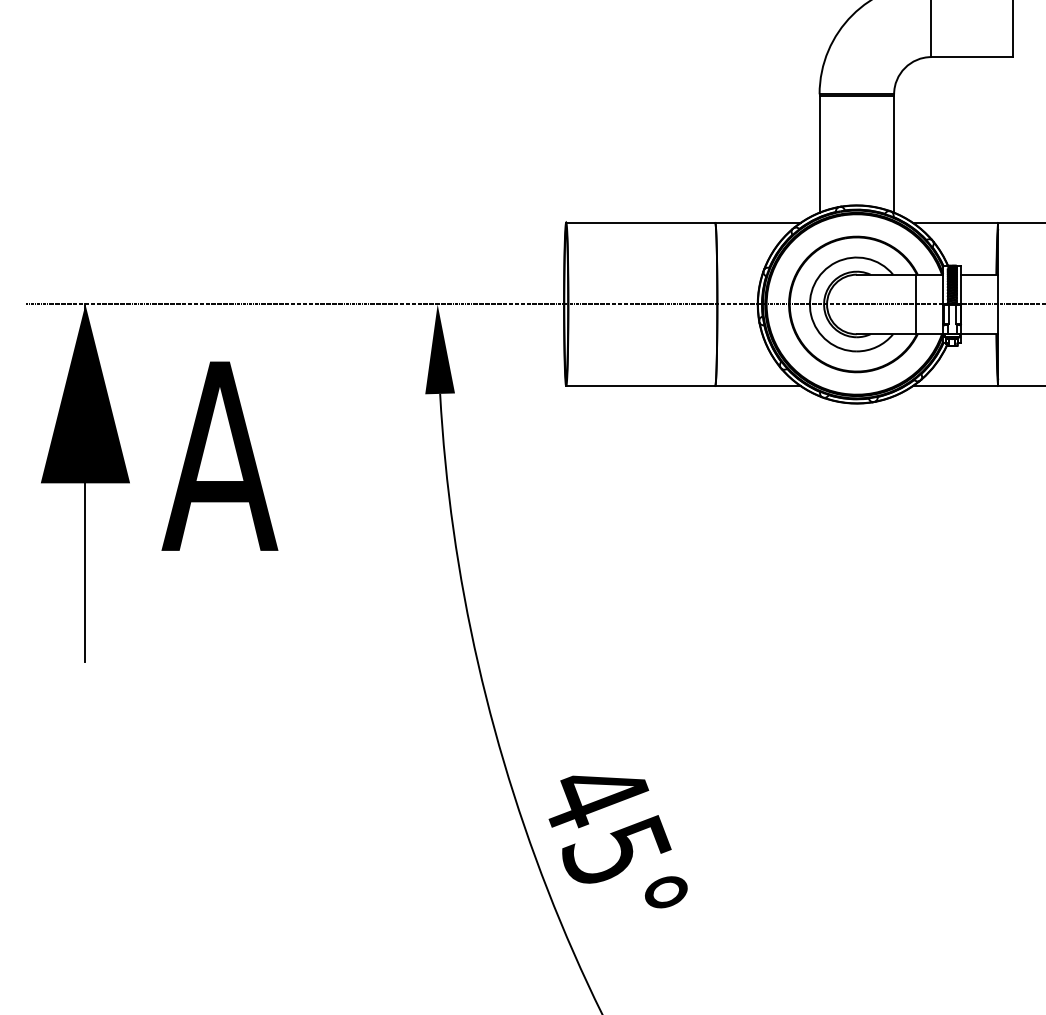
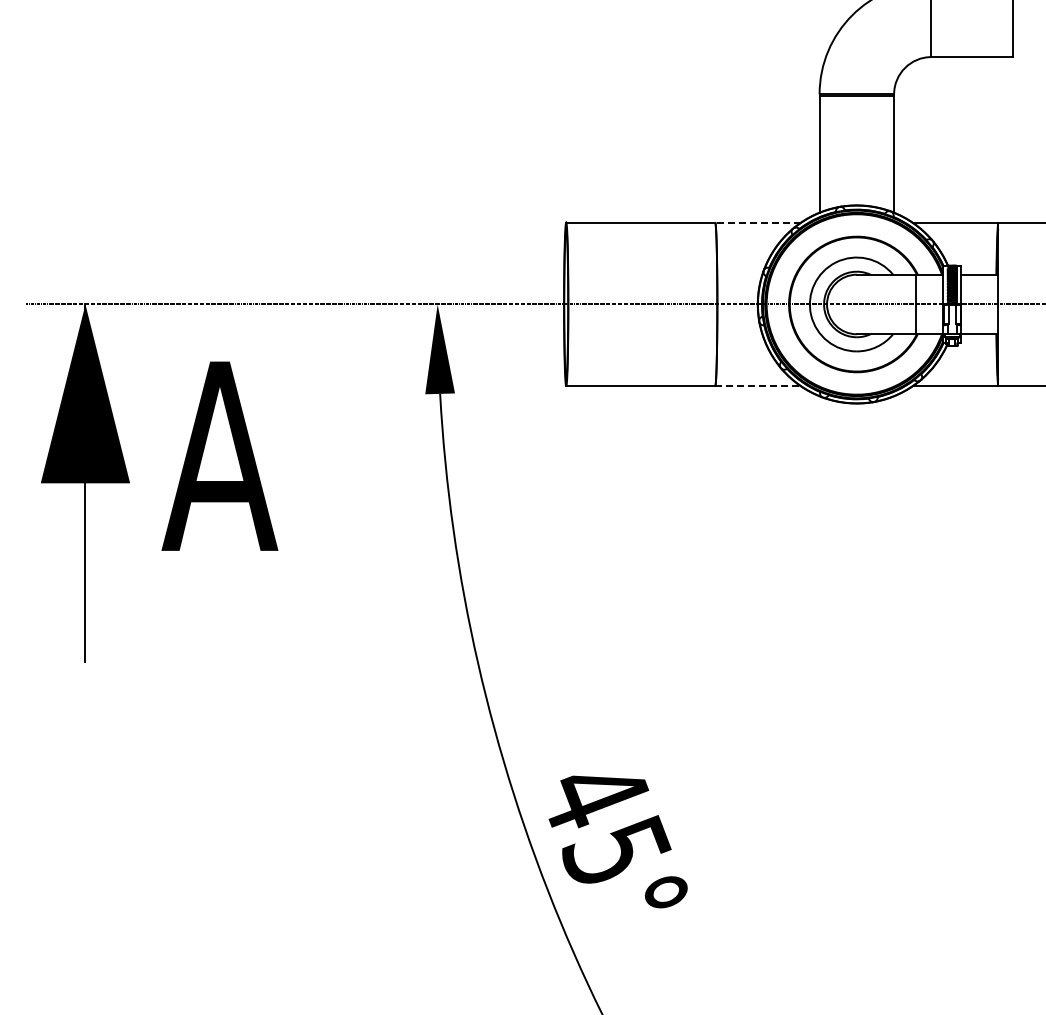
line at (758, 222): solid -> dashed
line at (758, 386): solid -> dashed
